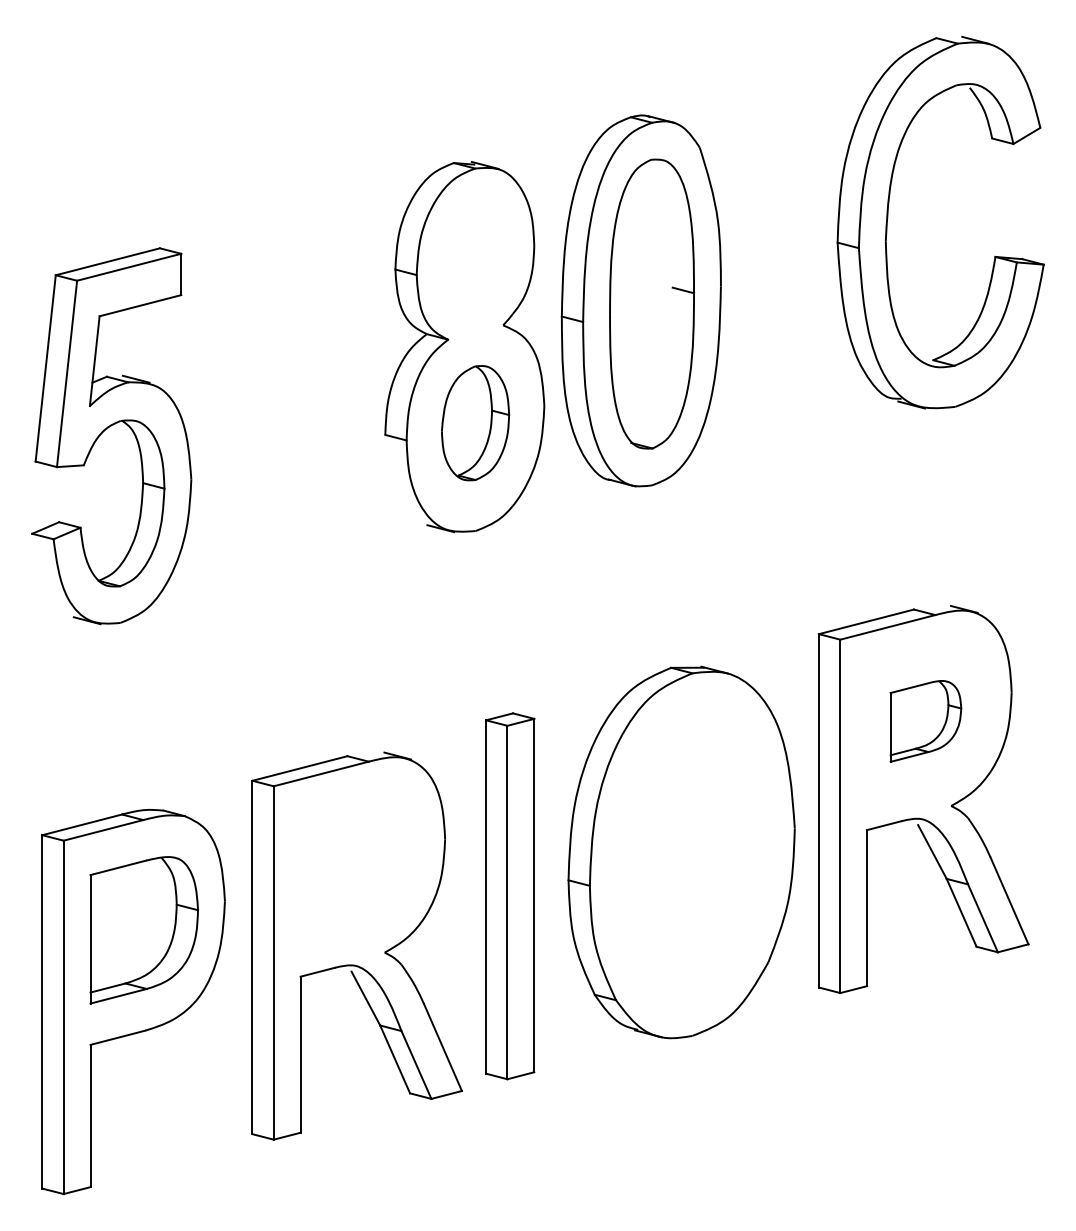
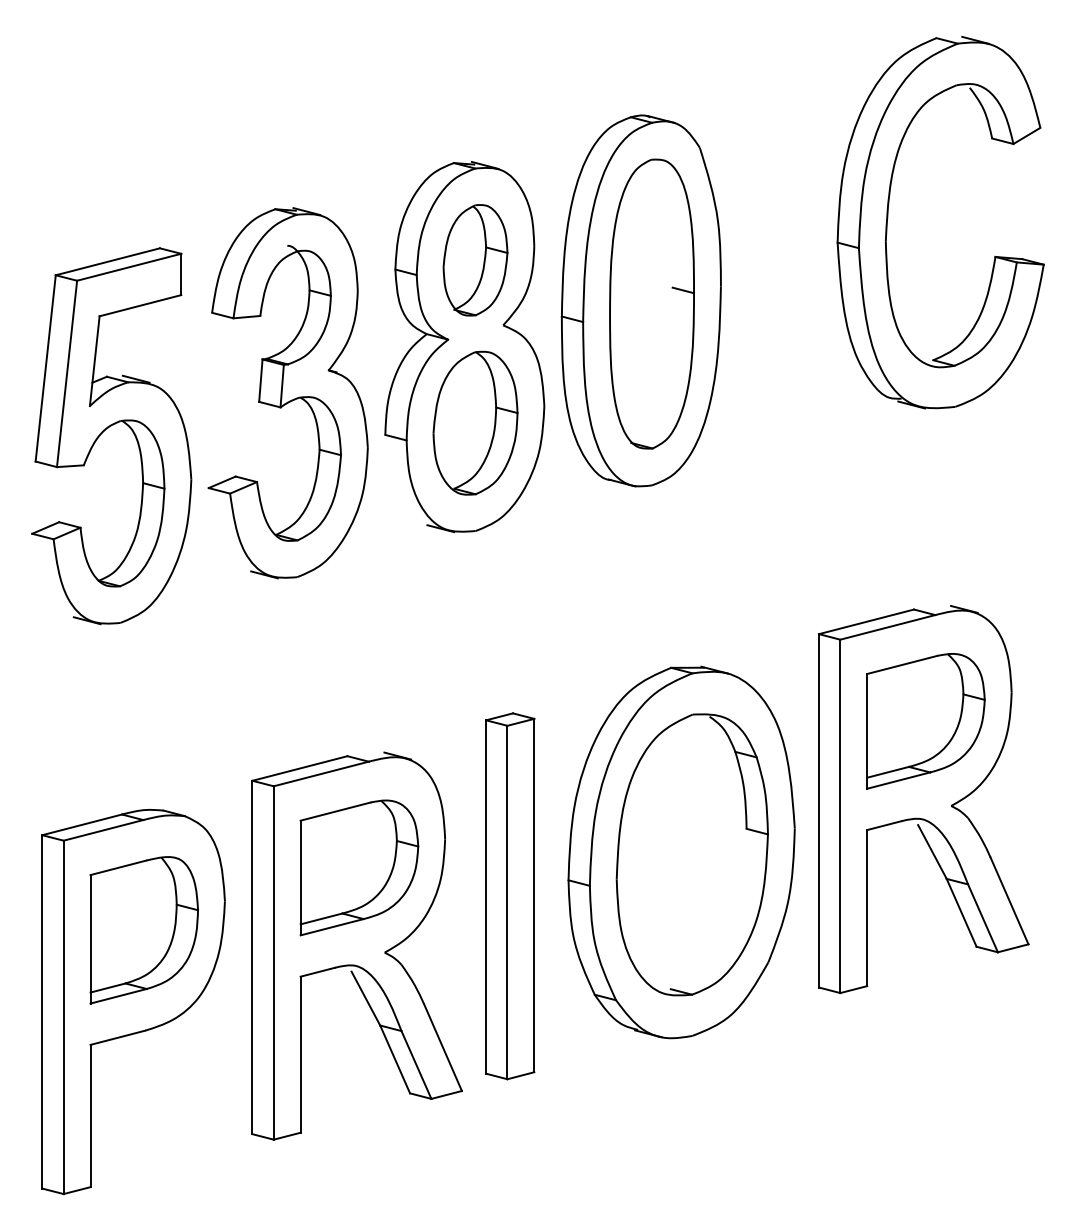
part at (475, 260): none -> present
part at (287, 393): none -> present
part at (475, 423) size: 70x117 px -> 87x146 px
part at (925, 721) size: 74x83 px -> 120x137 px
part at (691, 854): none -> present
part at (359, 867): none -> present
